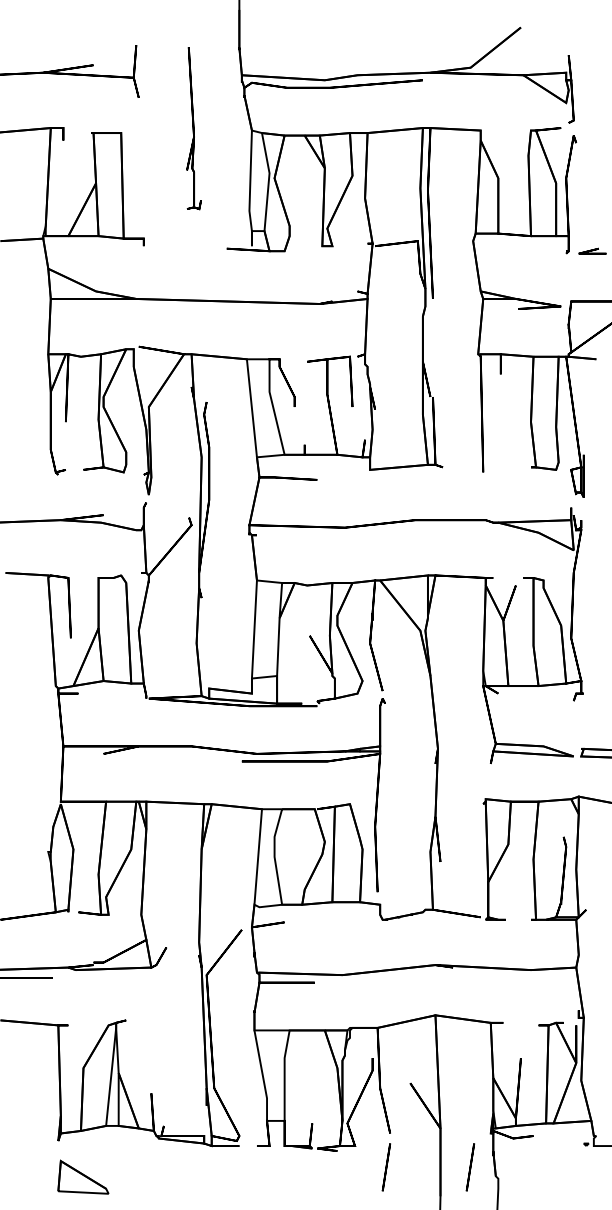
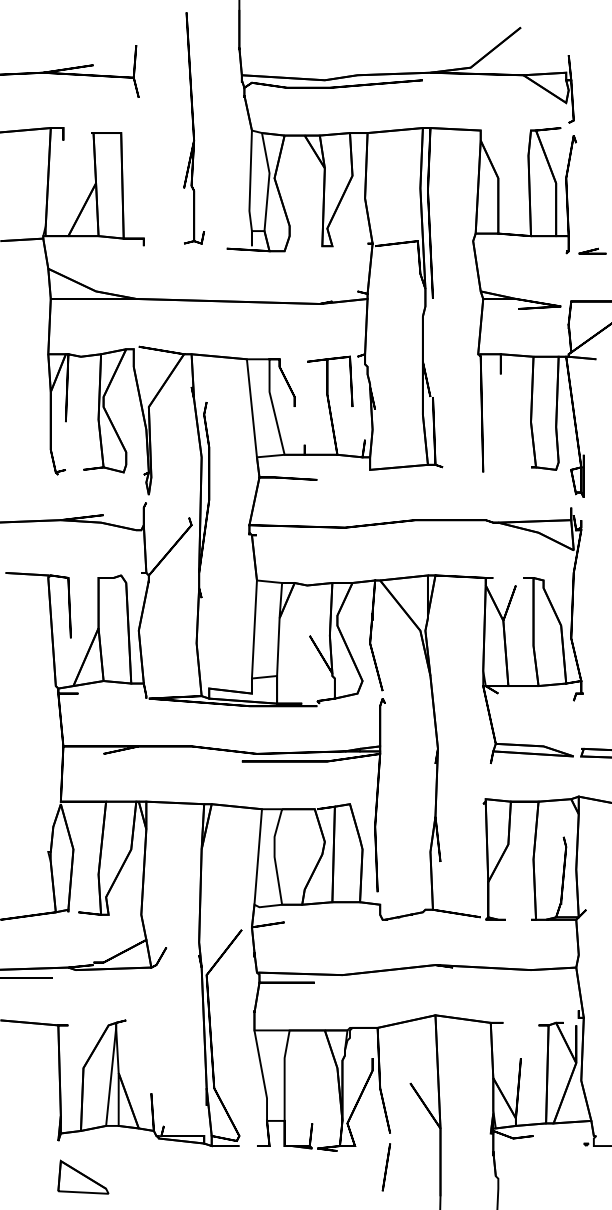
part at (193, 128) size: 16x164 px -> 22x233 px
line at (469, 1167): present -> none
